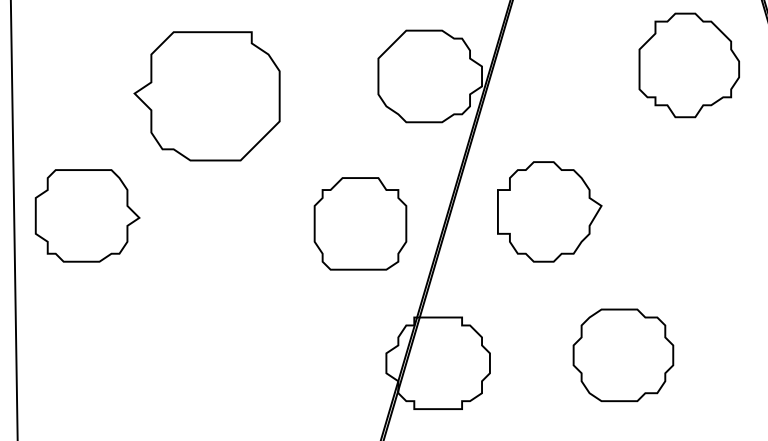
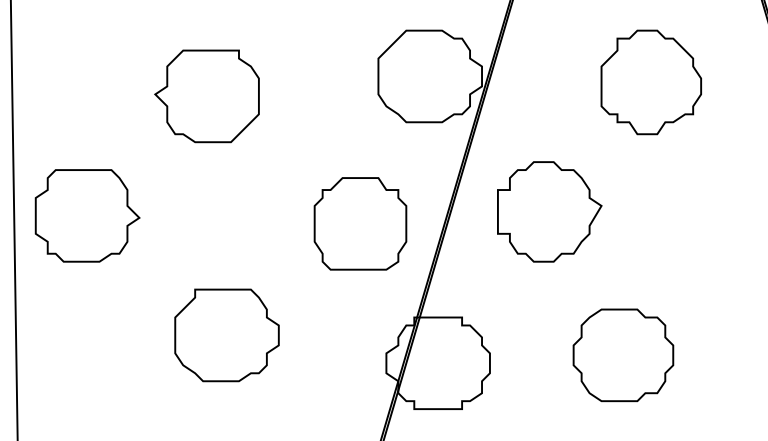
part at (688, 65) position: (688, 65) -> (650, 82)
part at (206, 96) size: 148x131 px -> 106x95 px
part at (226, 335): none -> present
